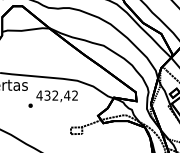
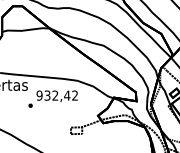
text at (39, 95): 432,42 -> 932,42
